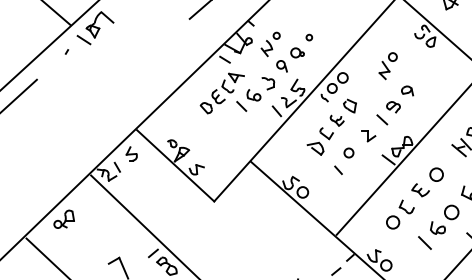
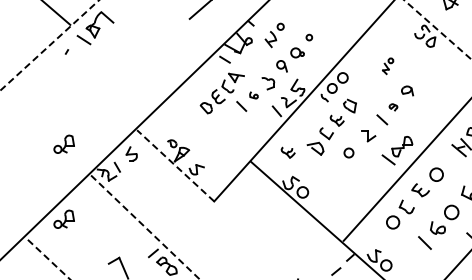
line at (437, 29): solid -> dashed
part at (270, 44) position: (270, 44) -> (274, 35)
line at (50, 45): solid -> dashed
part at (387, 66) size: 20x29 px -> 13x19 px
line at (19, 95): present -> none
part at (253, 95) size: 16x13 px -> 10x9 px
part at (393, 107) size: 15x13 px -> 11x9 px
part at (63, 143): none -> present
part at (287, 152): none -> present
line at (402, 160) position: (402, 160) -> (405, 170)
line at (175, 165): solid -> dashed
line at (338, 169): present -> none
line at (145, 227): solid -> dashed
line at (48, 259): solid -> dashed
